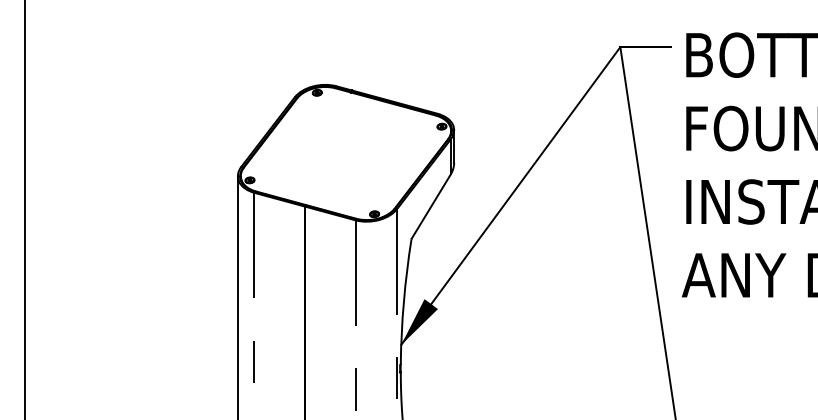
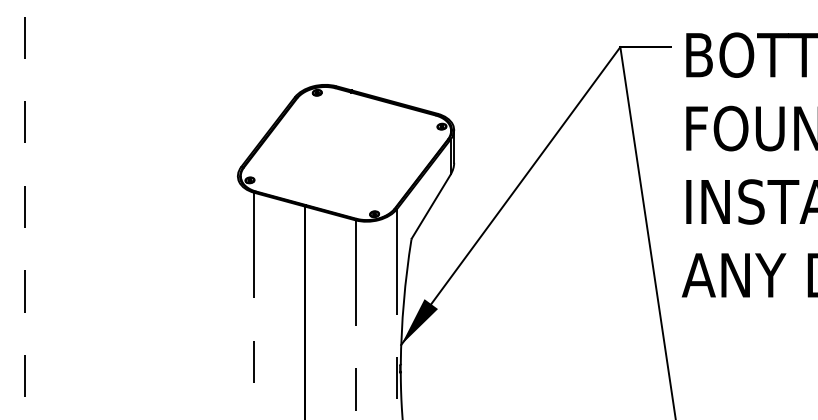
line at (24, 210): solid -> dashed
line at (237, 296): present -> none
